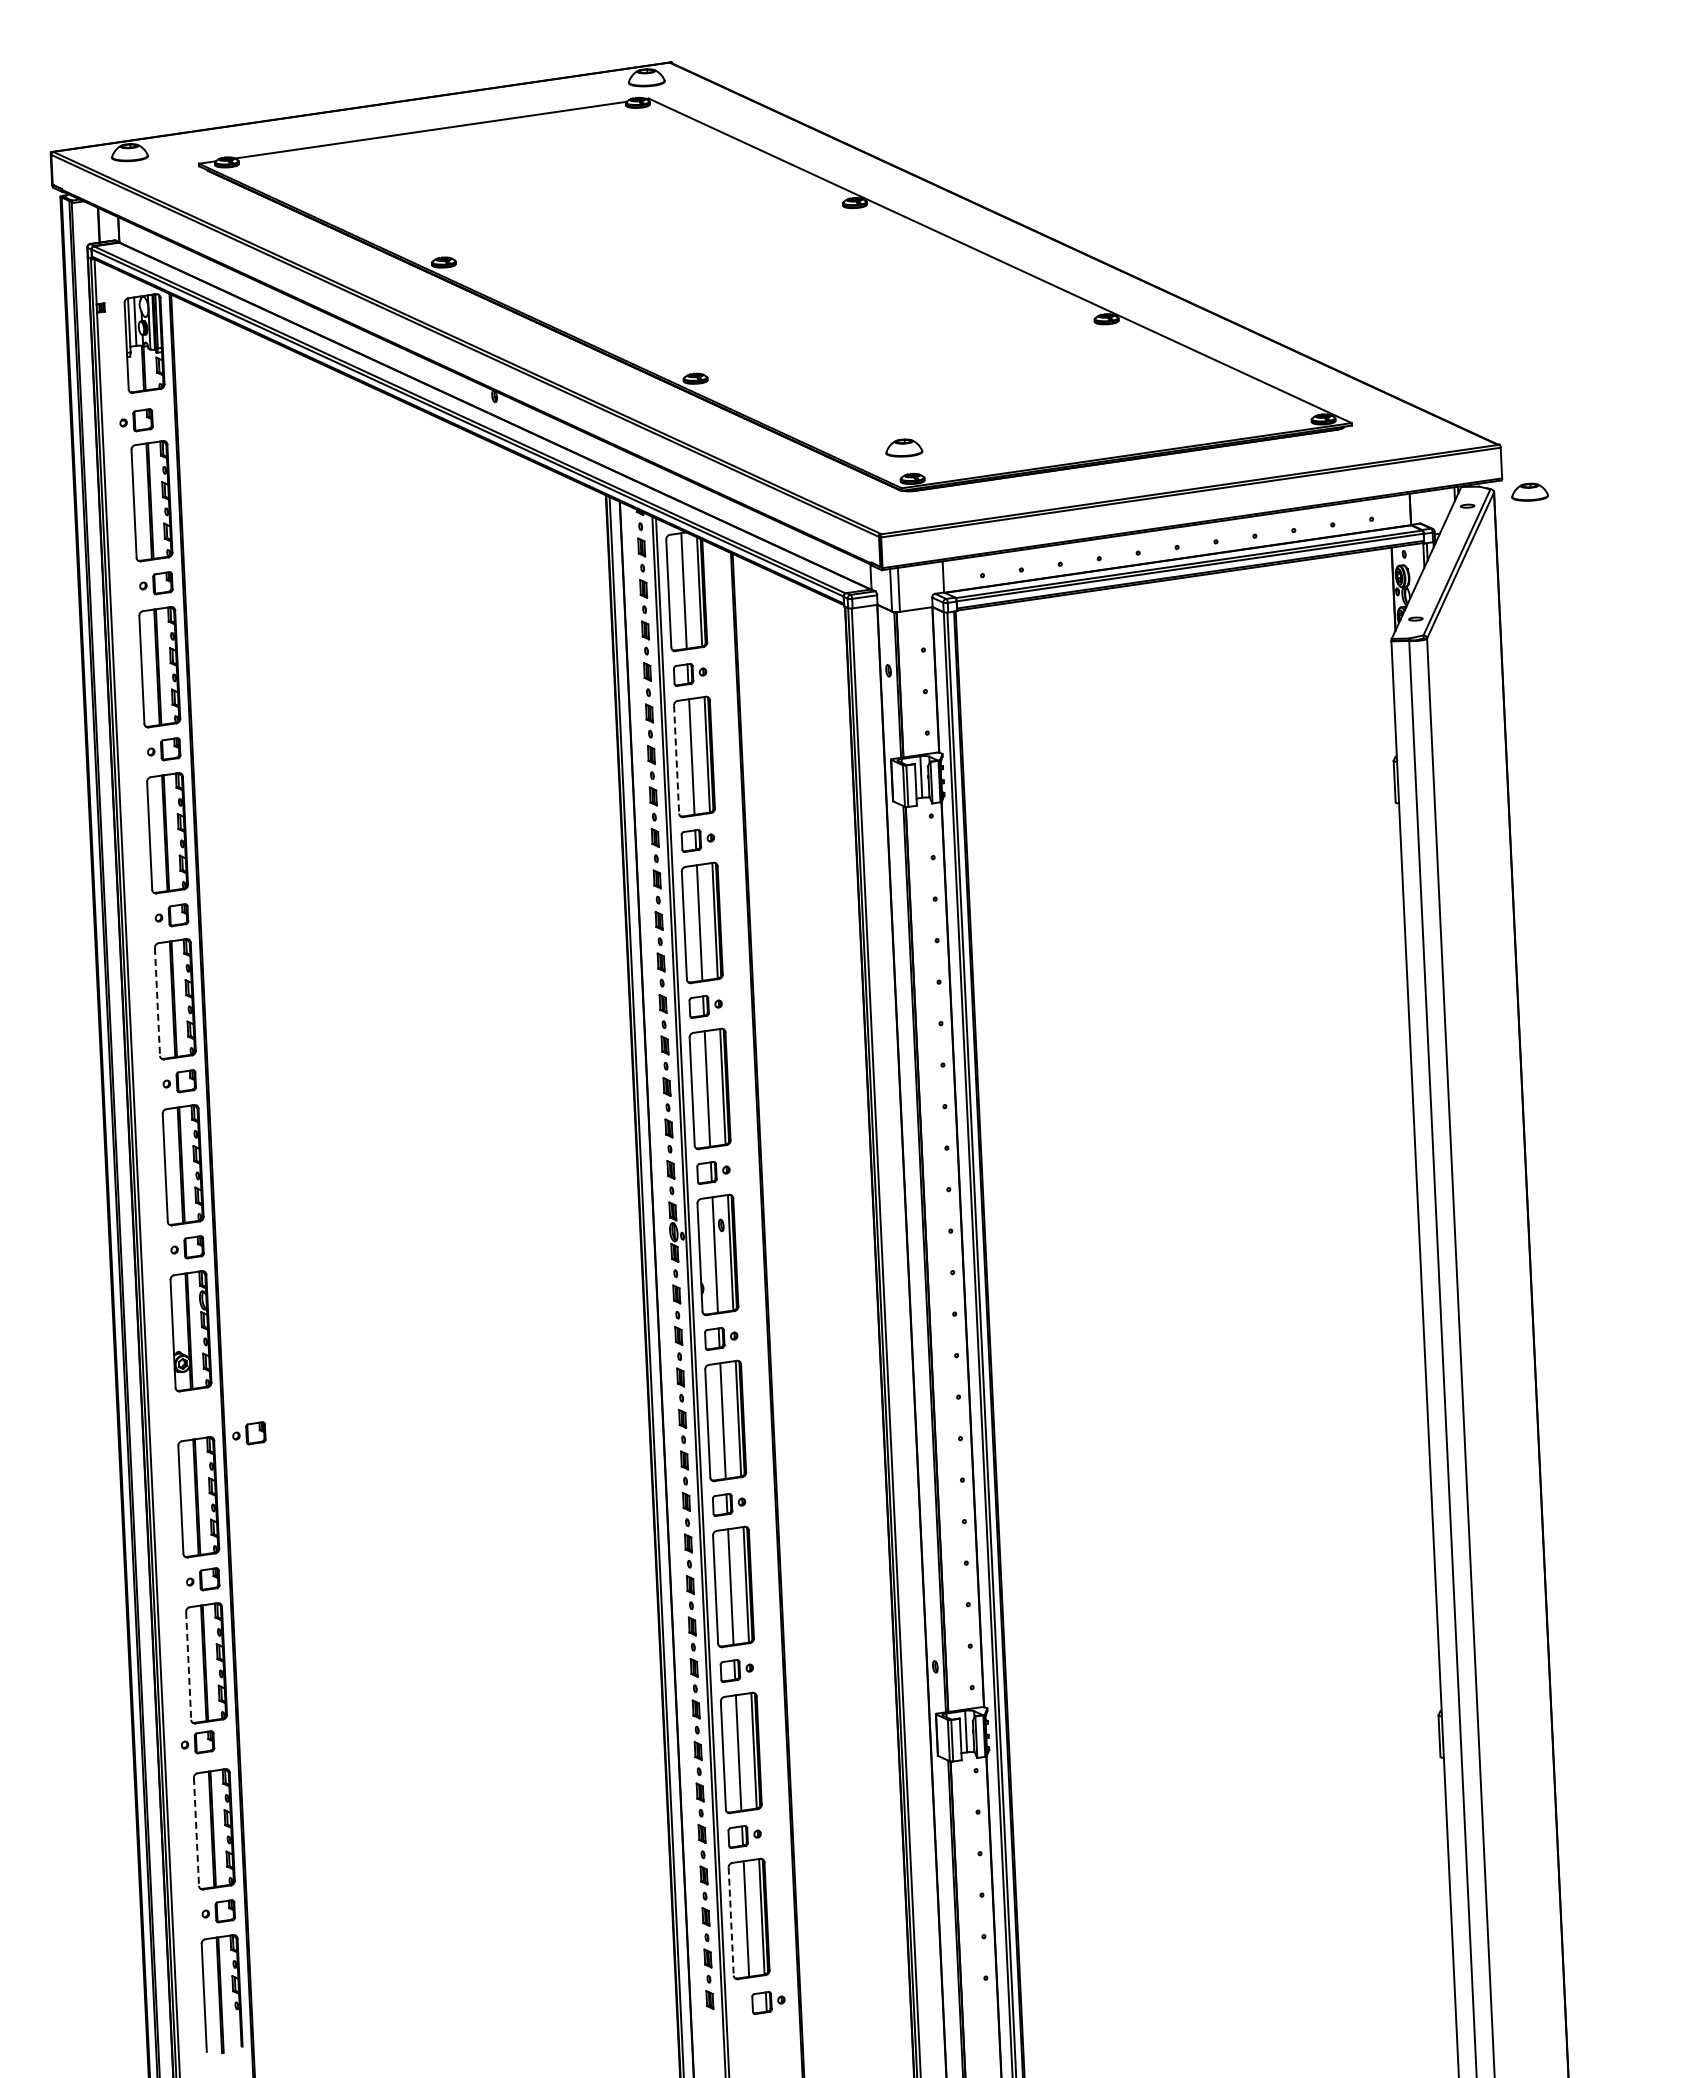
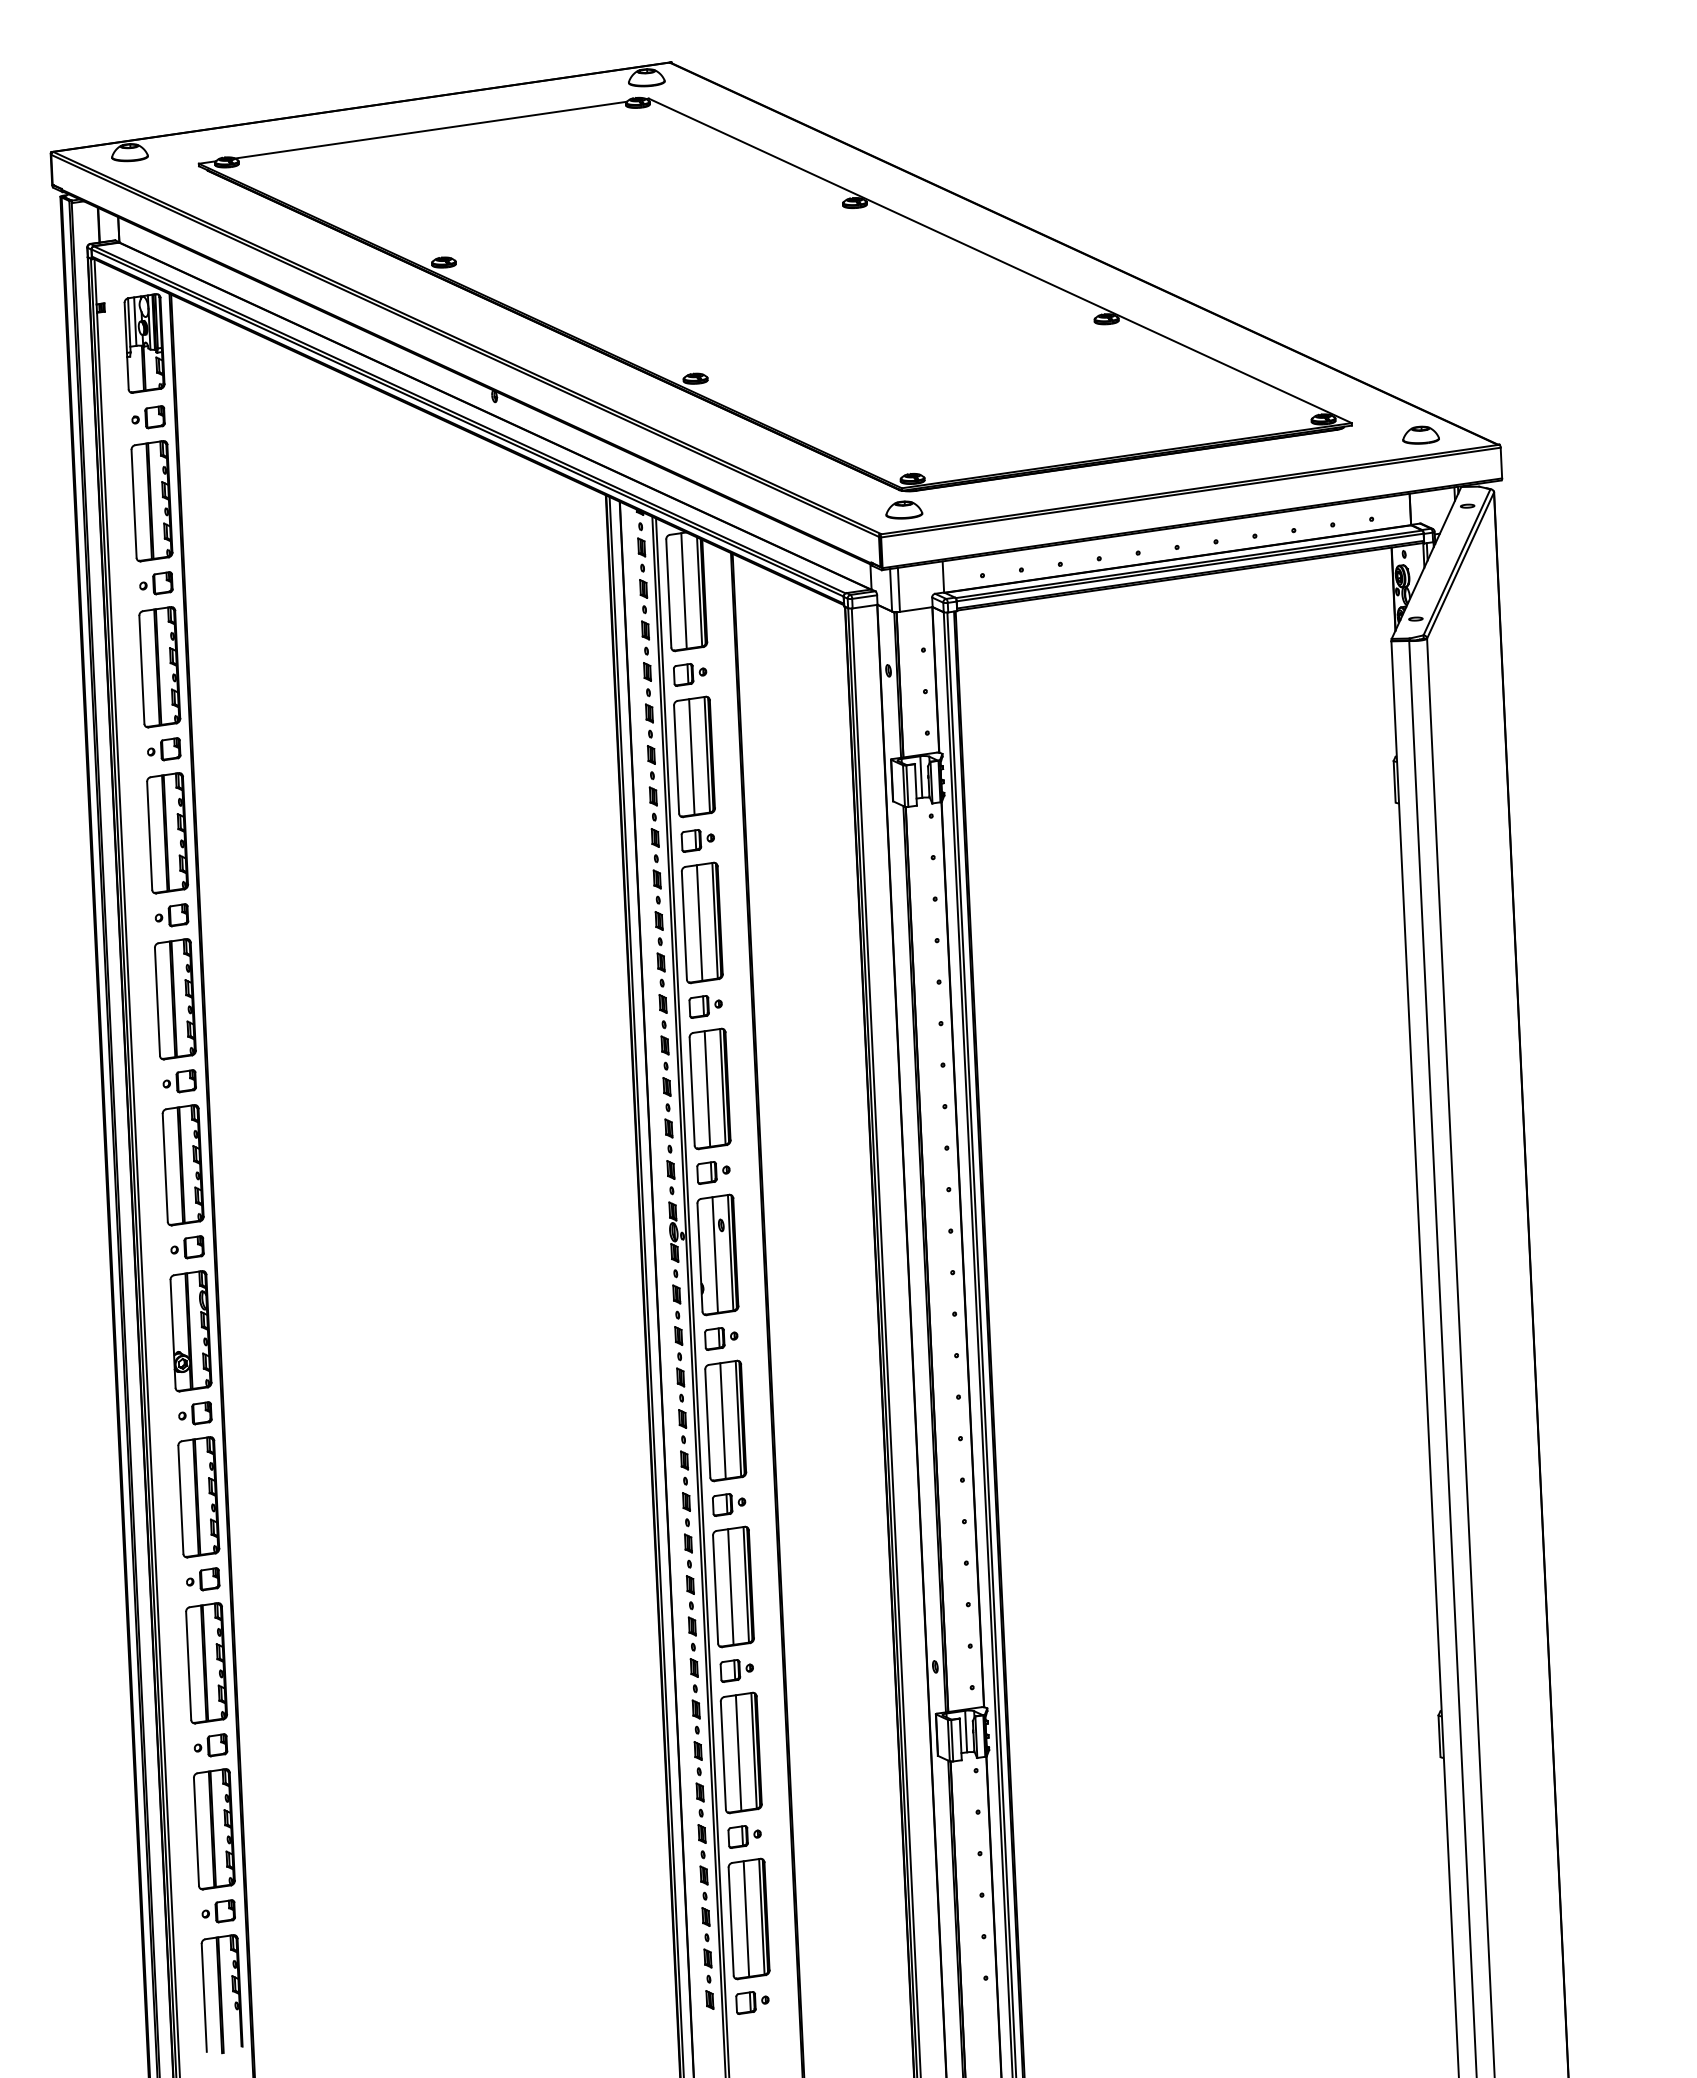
part at (136, 420) position: (136, 420) -> (148, 417)
part at (904, 447) position: (904, 447) -> (904, 509)
part at (1529, 491) position: (1529, 491) -> (1420, 434)
line at (676, 760): dashed -> solid
line at (157, 1002): dashed -> solid
part at (249, 1433) position: (249, 1433) -> (195, 1413)
line at (188, 1666): dashed -> solid
part at (197, 1742) position: (197, 1742) -> (210, 1745)
line at (196, 1832): dashed -> solid
line at (731, 1922): dashed -> solid
part at (768, 2002) position: (768, 2002) -> (752, 2002)
